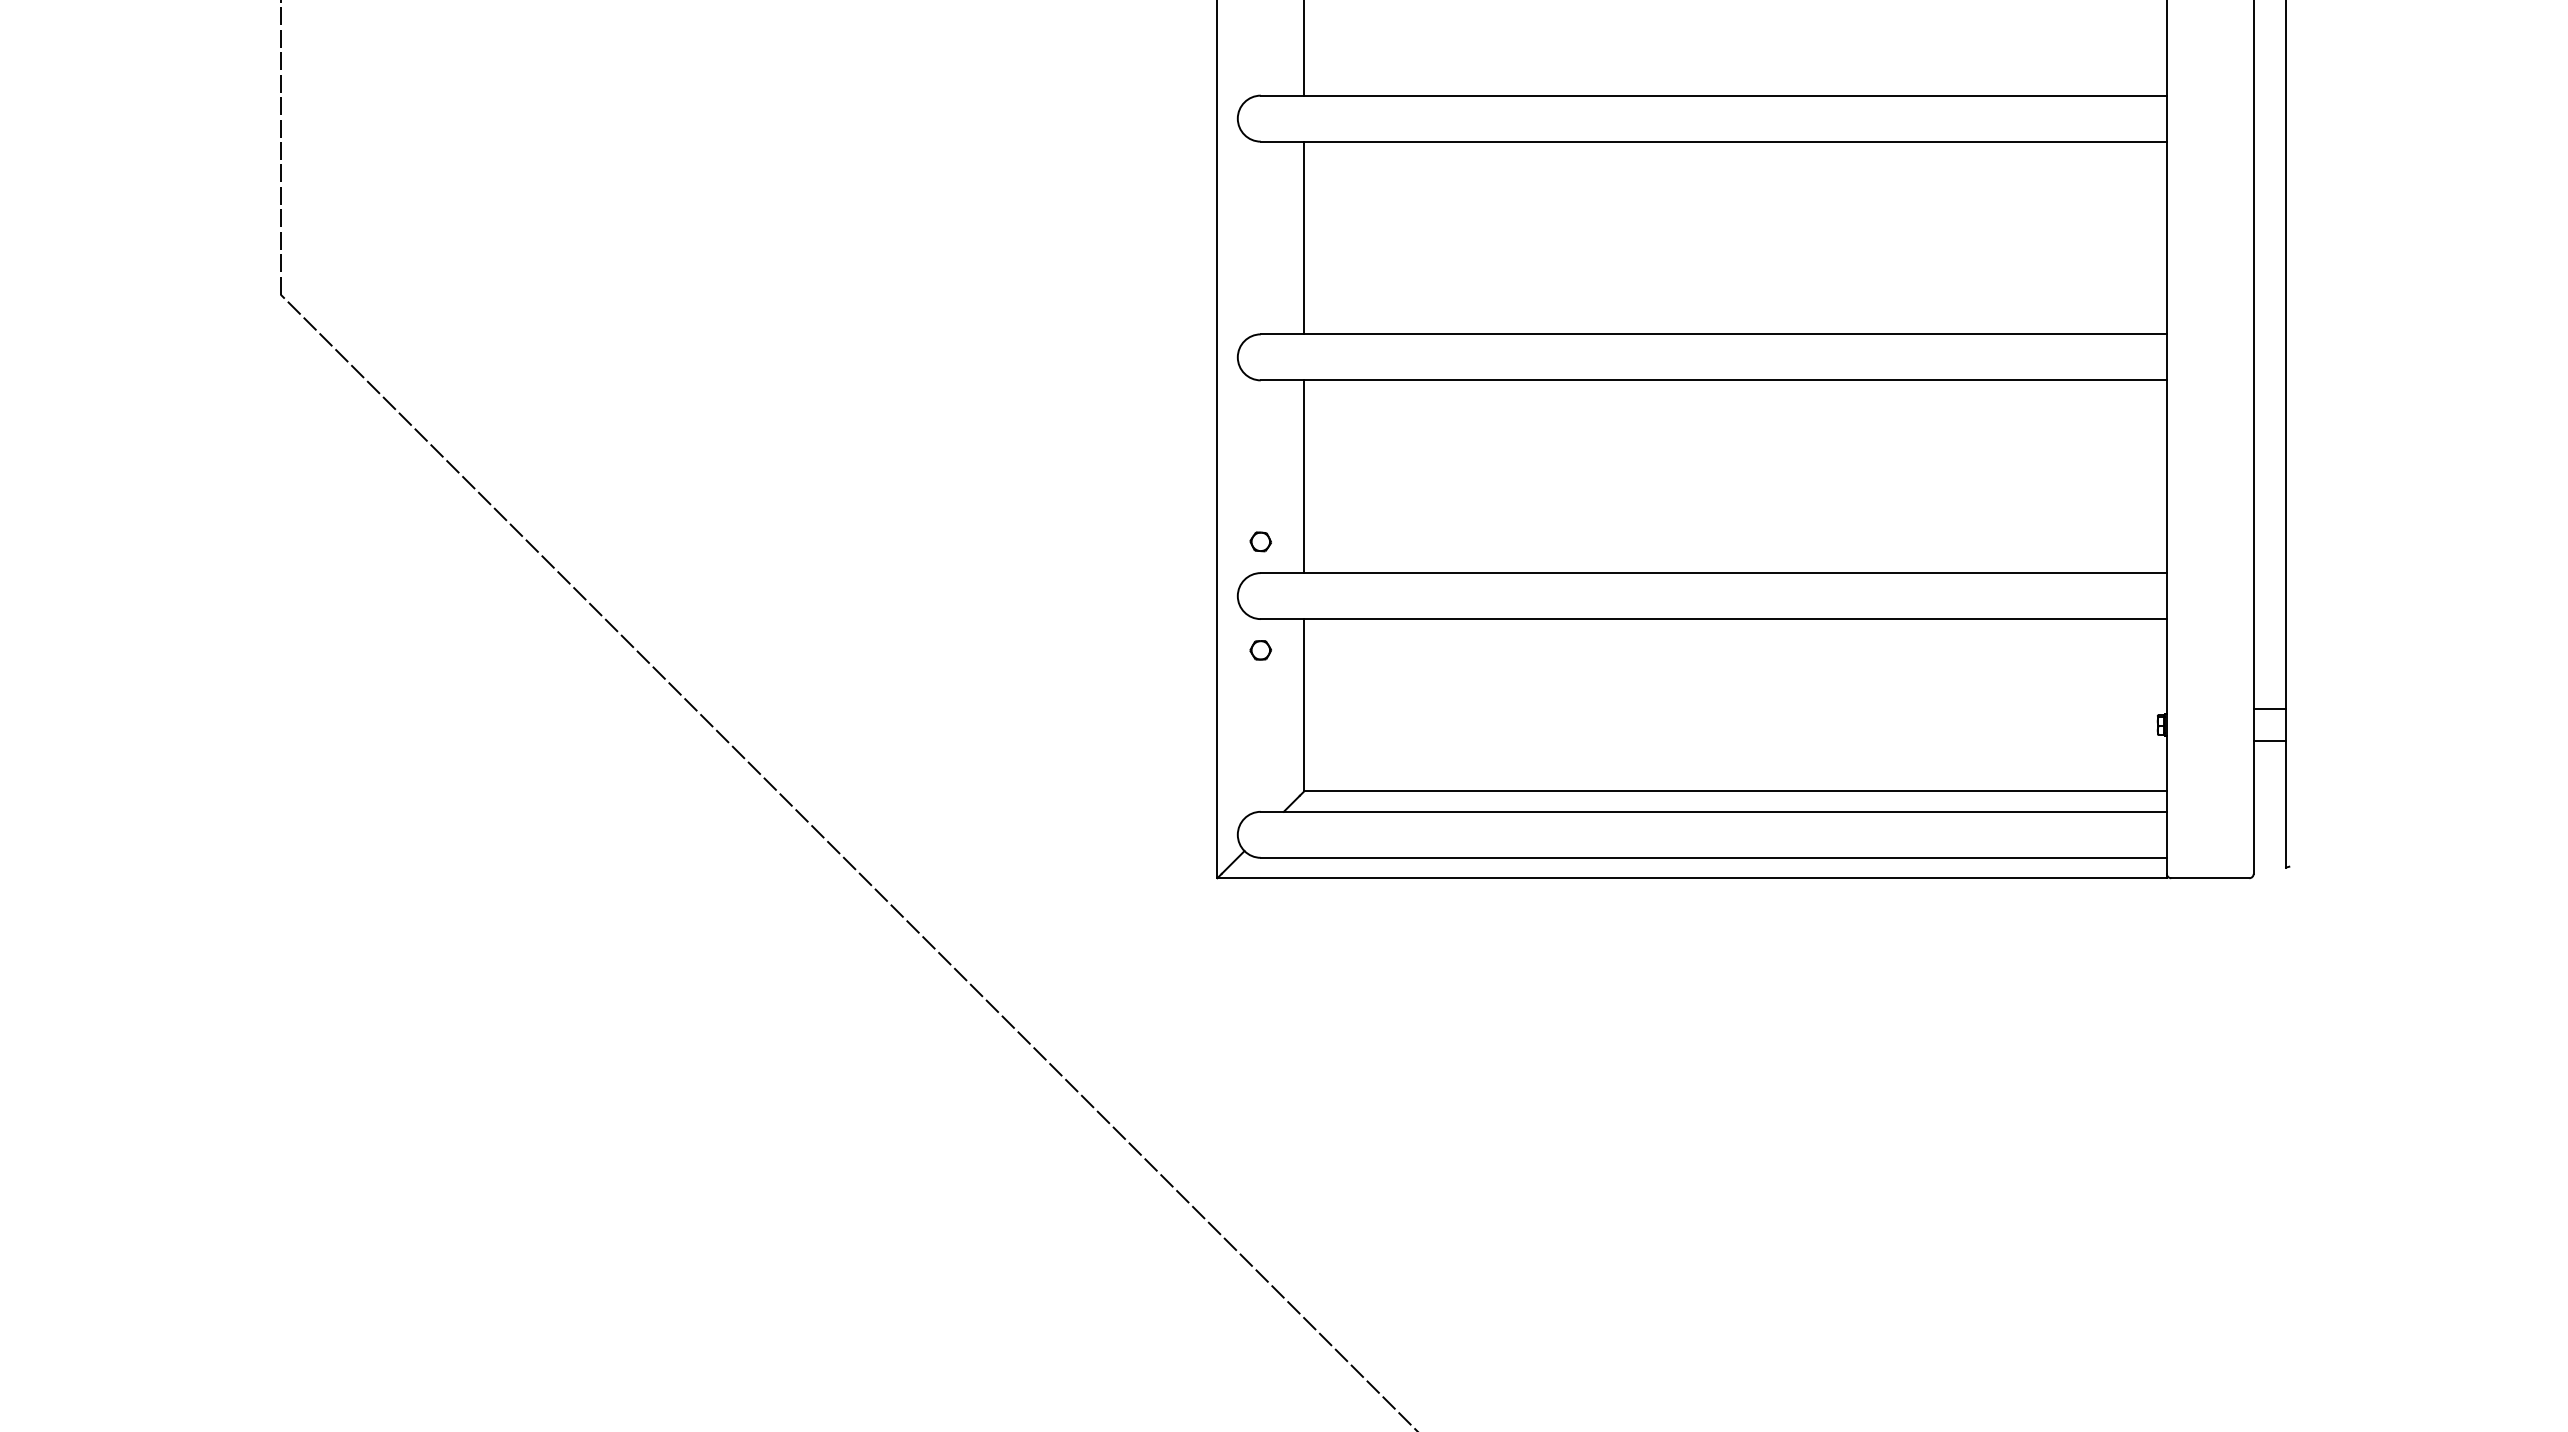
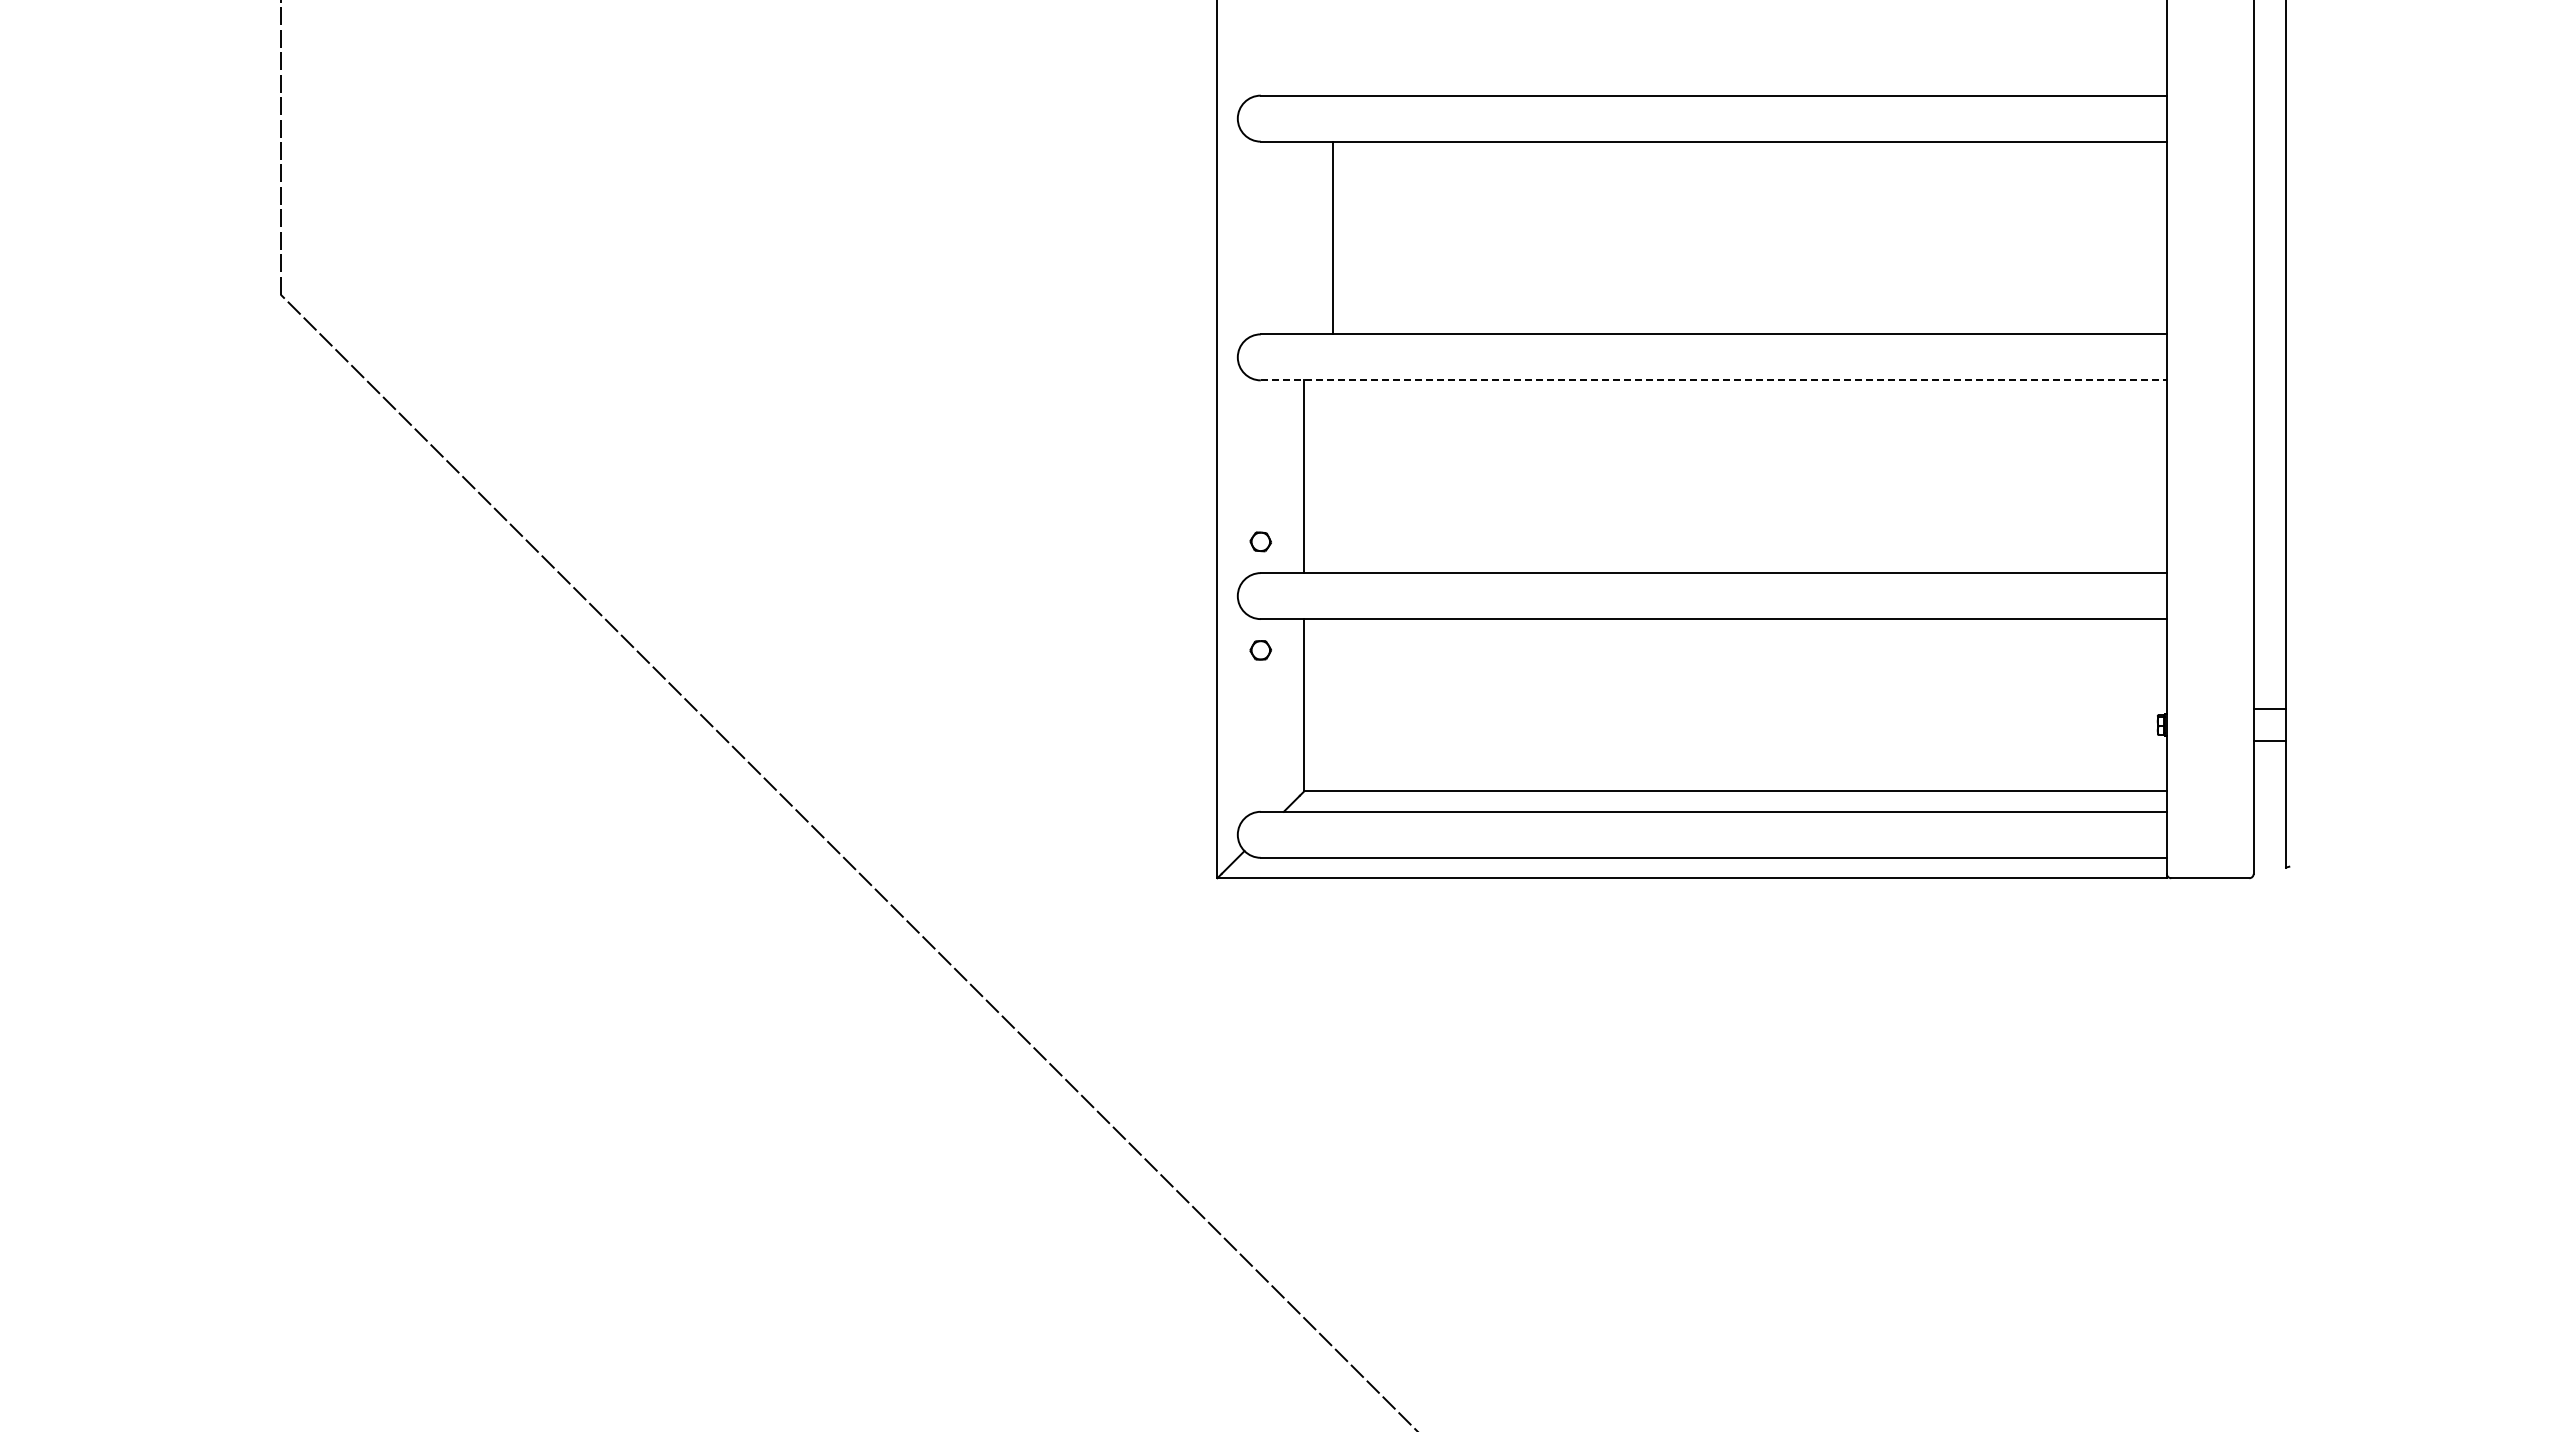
line at (1304, 48): present -> none
line at (1304, 237) position: (1304, 237) -> (1333, 237)
line at (1714, 380): solid -> dashed
